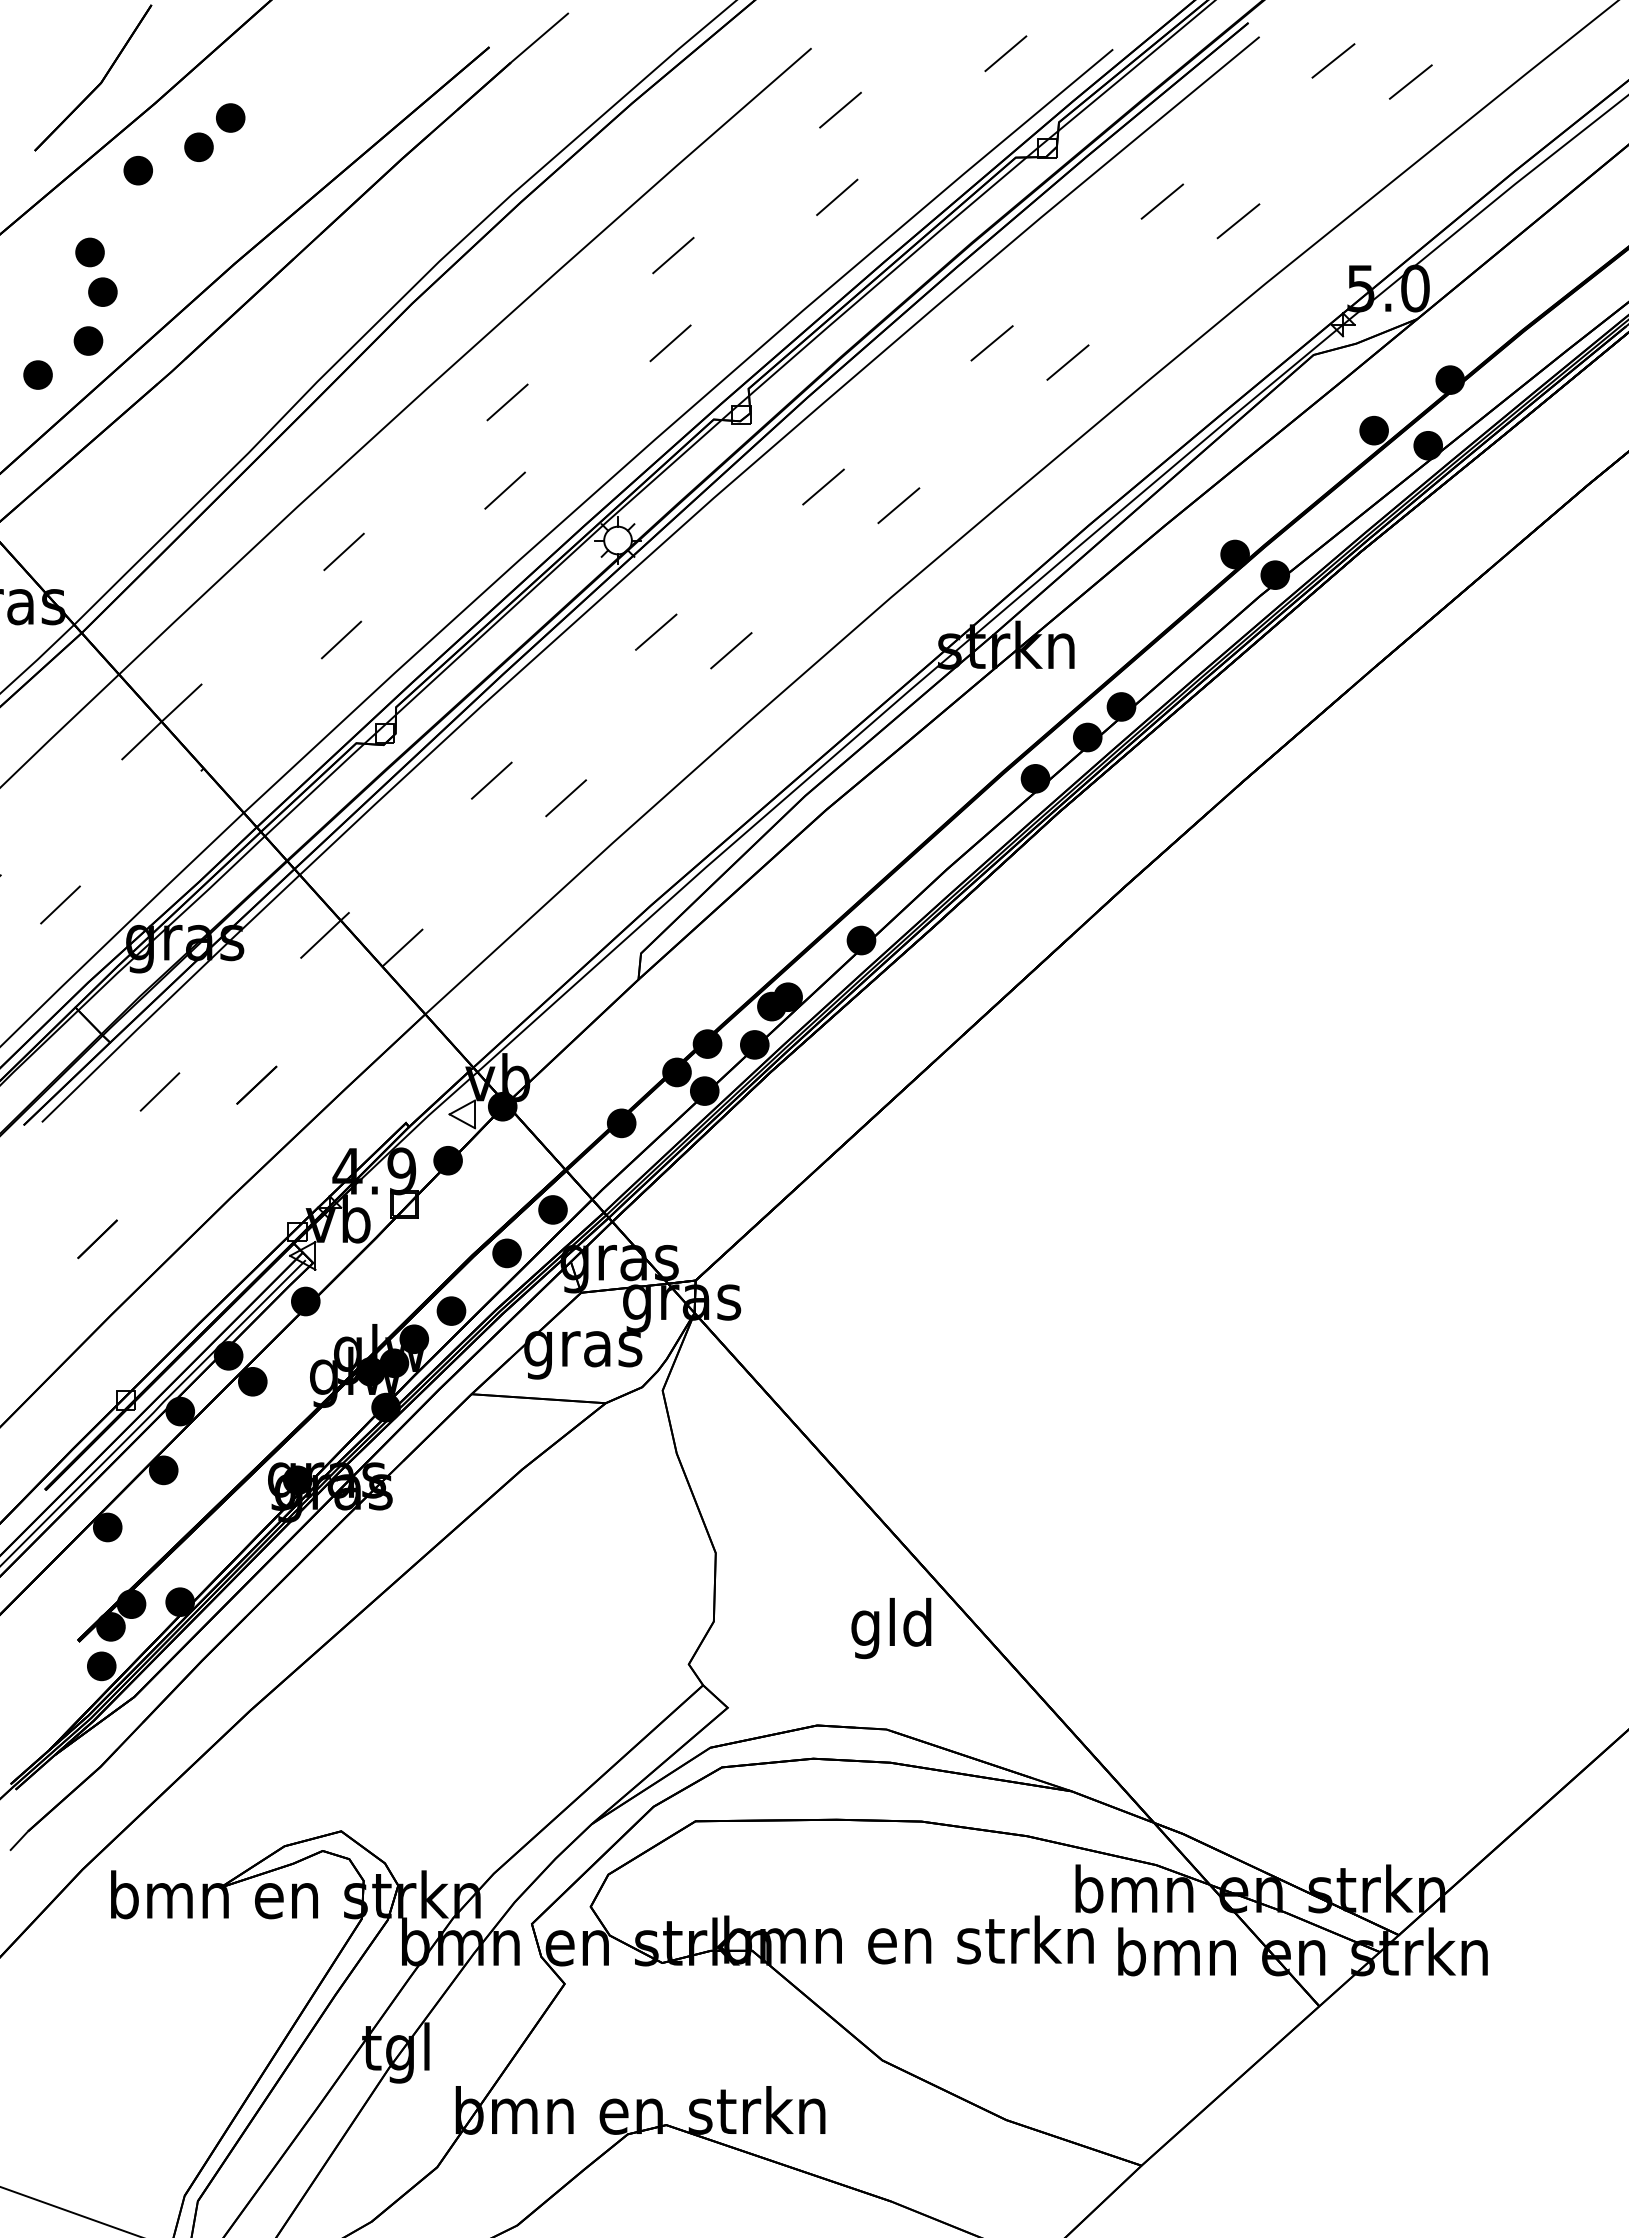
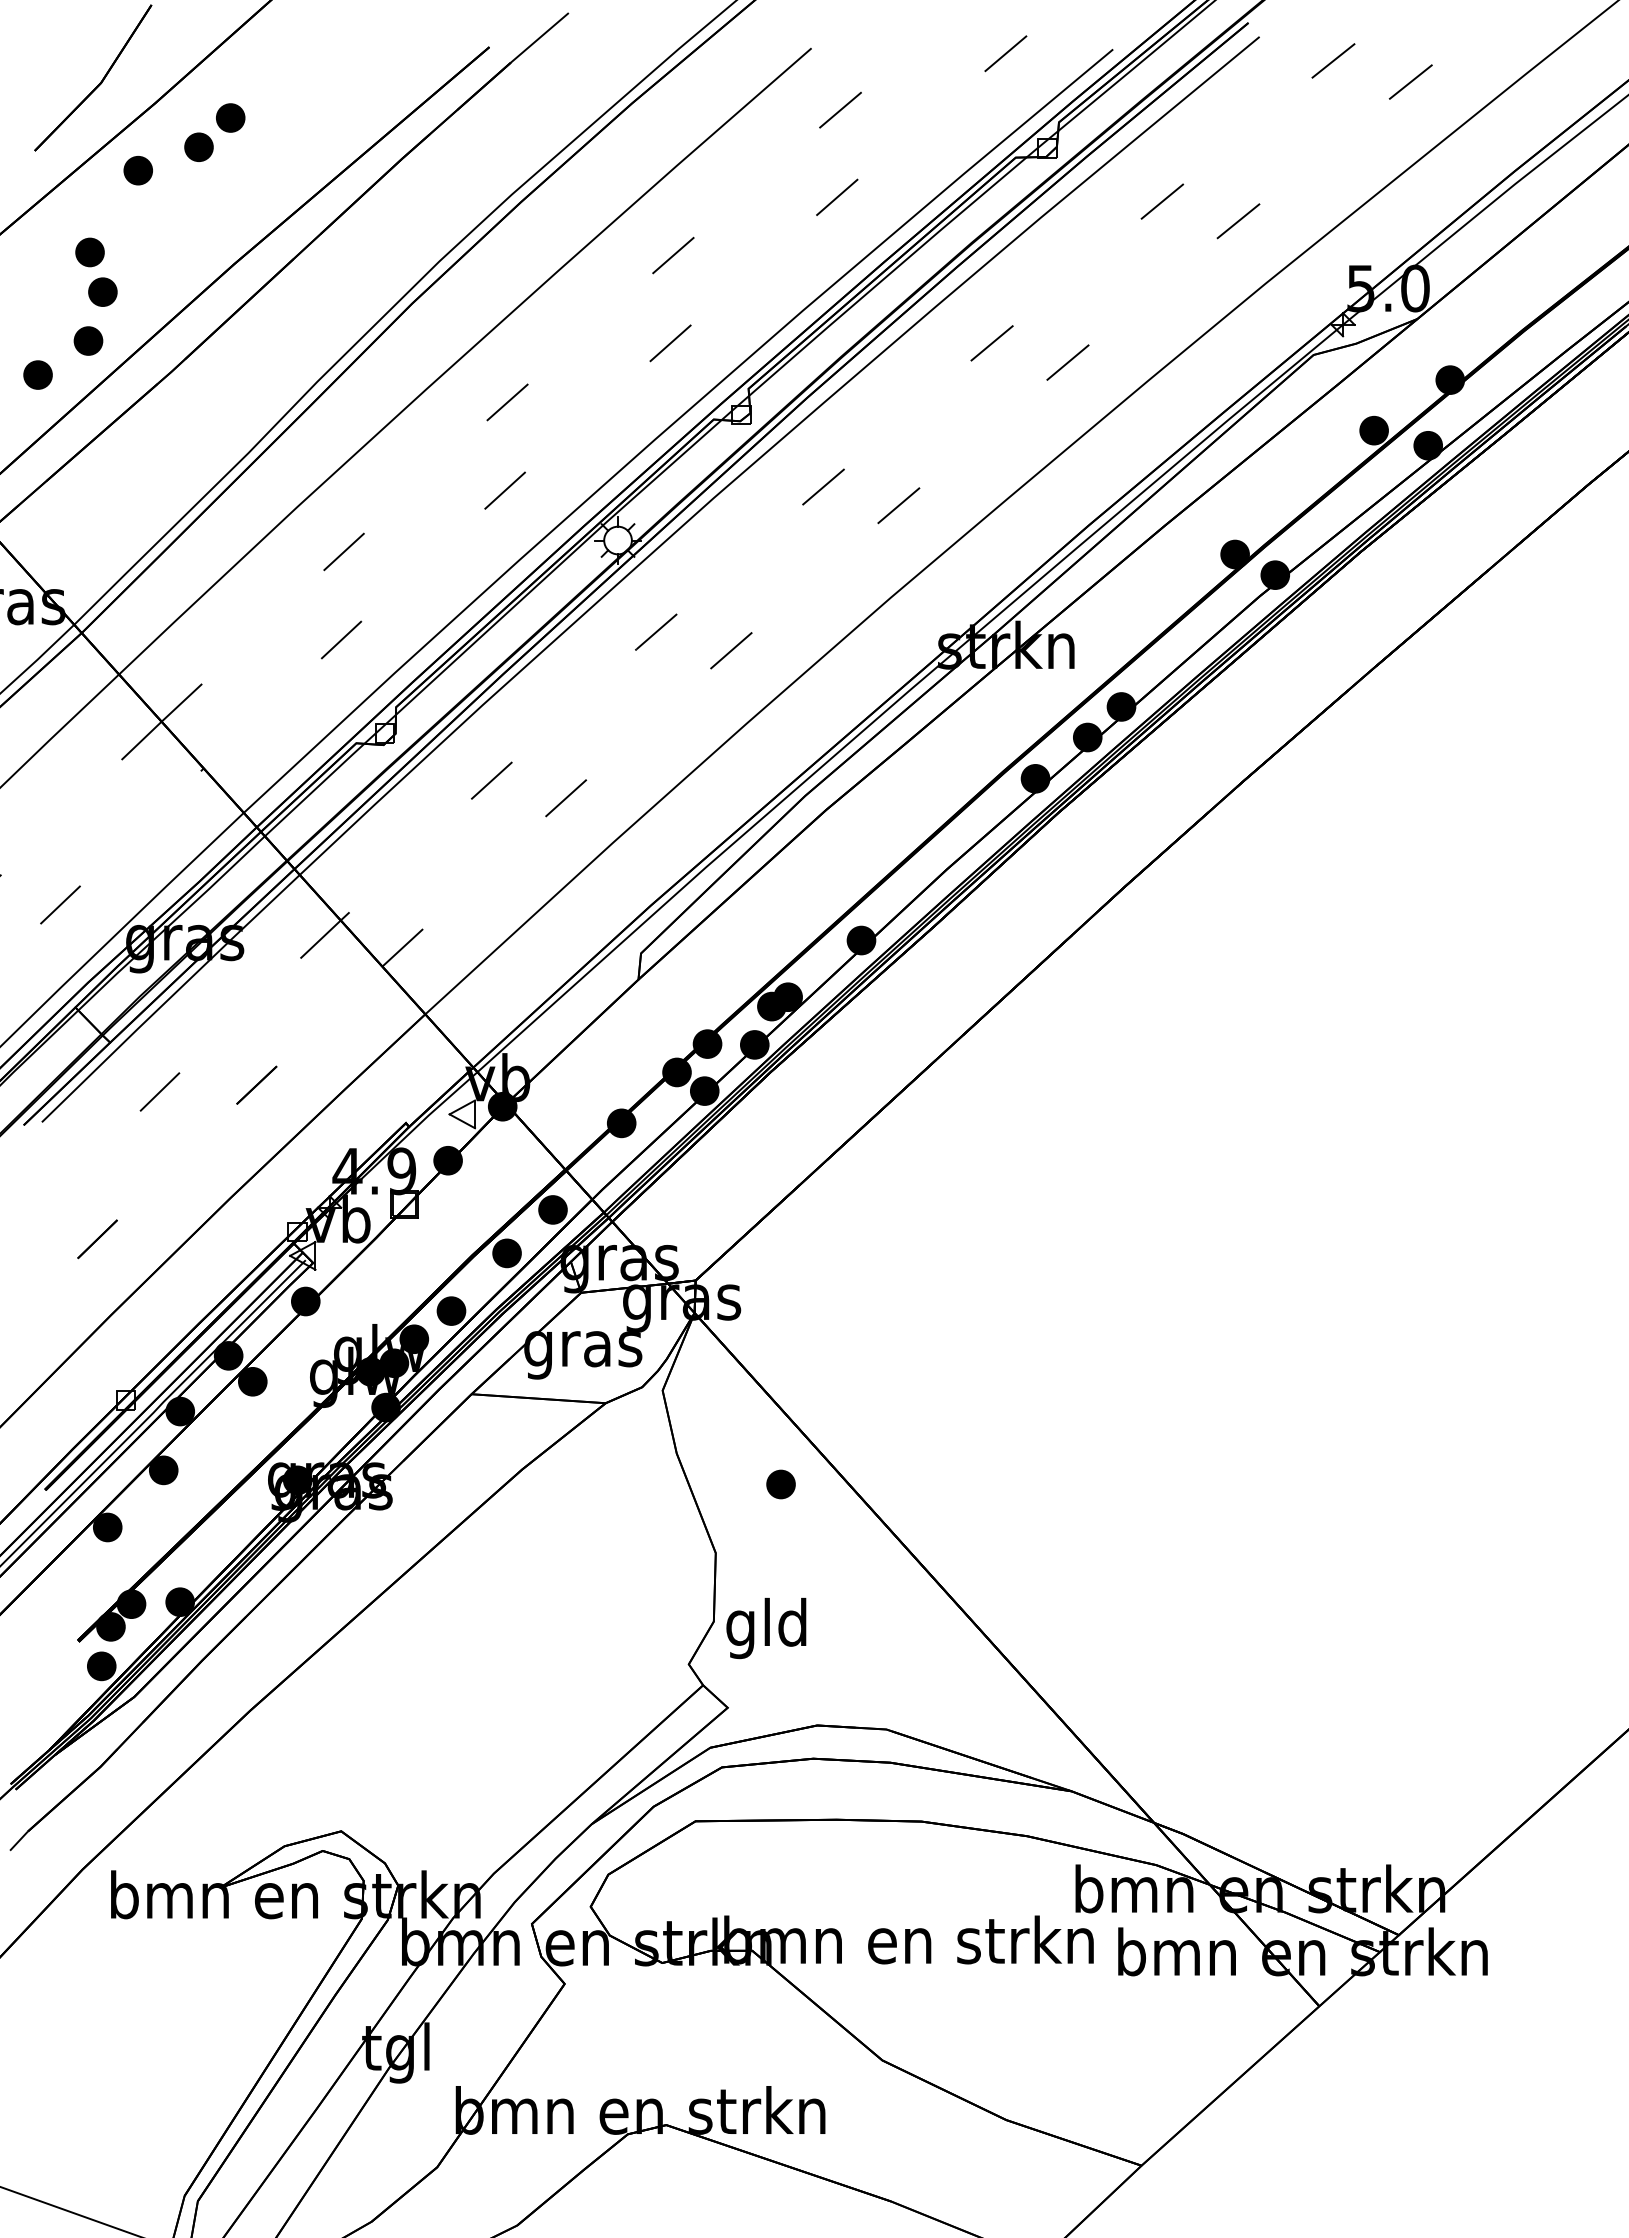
part at (780, 1484): none -> present
text at (891, 1628) position: (891, 1628) -> (766, 1628)
